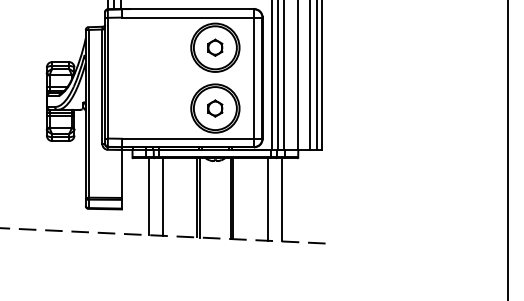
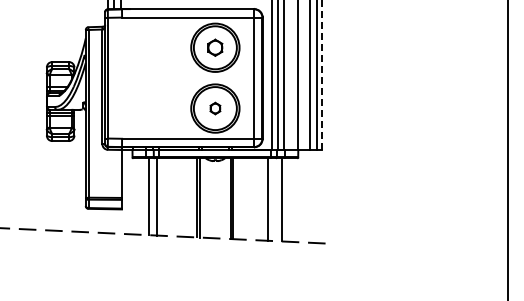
line at (322, 75): solid -> dashed
part at (215, 108) size: 17x19 px -> 13x15 px
line at (162, 196) position: (162, 196) -> (156, 196)
